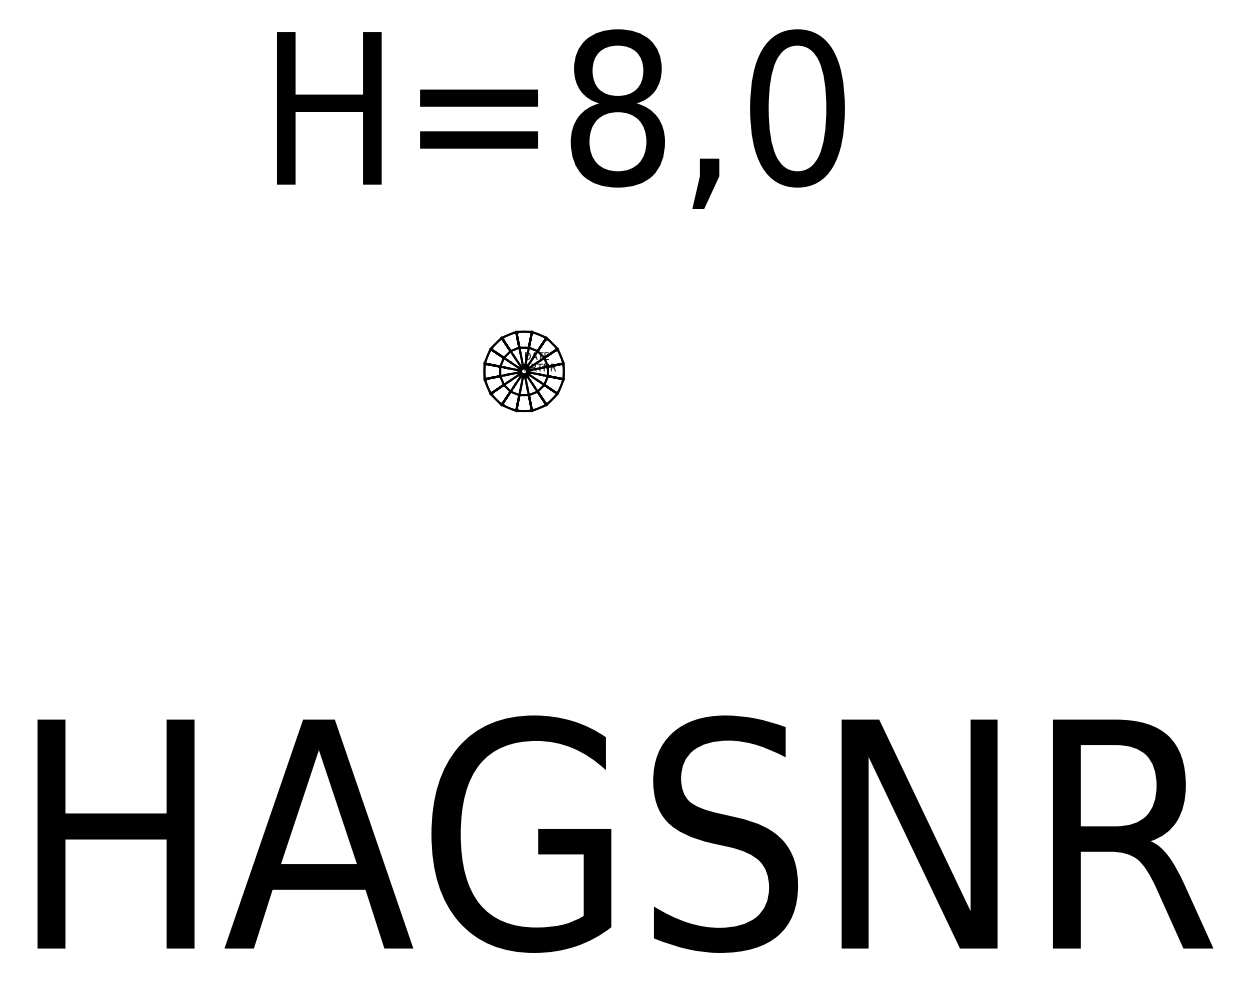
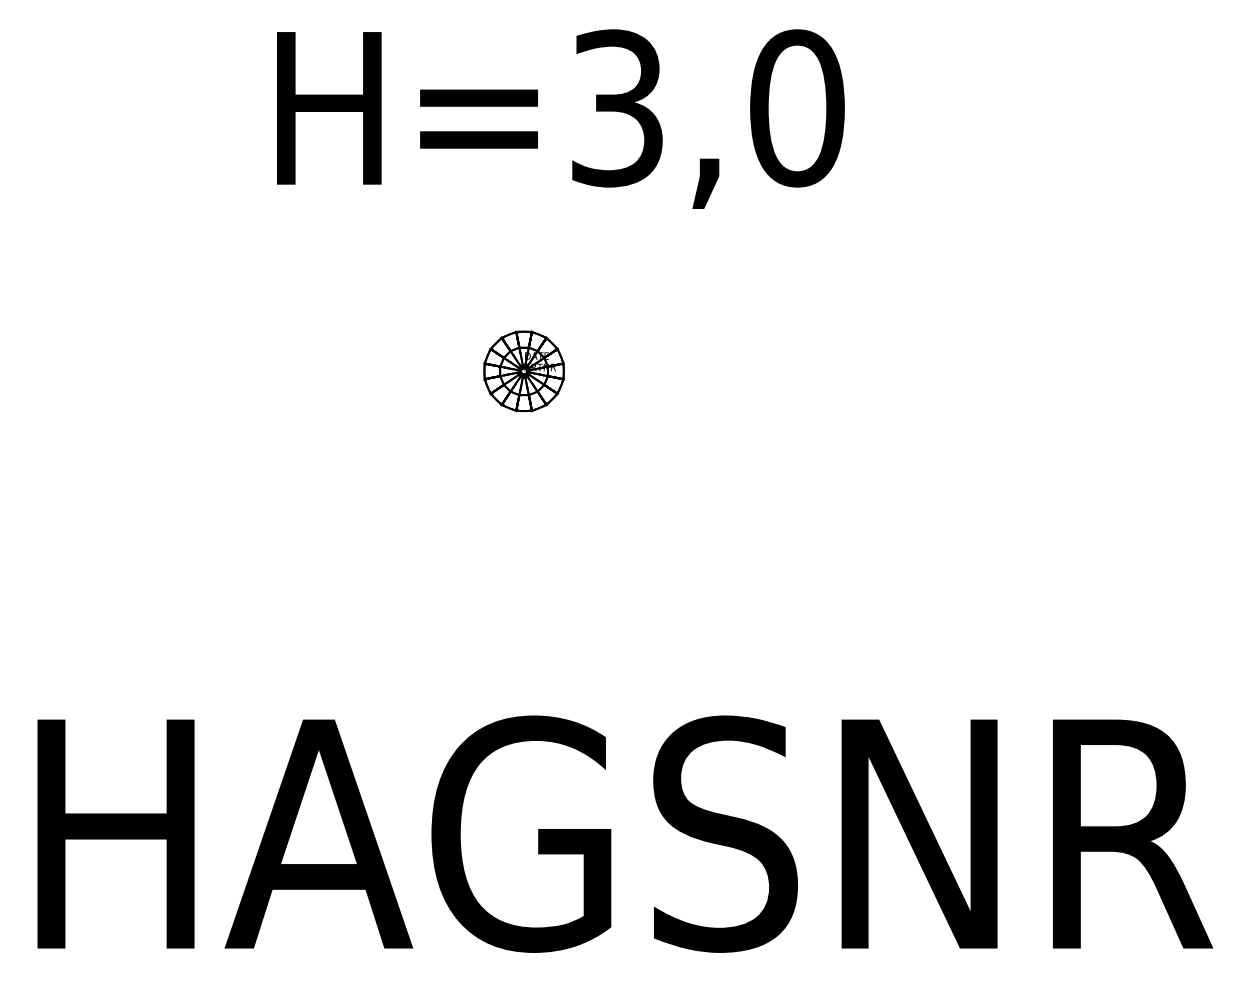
text at (617, 108): H=8,0 -> H=3,0
